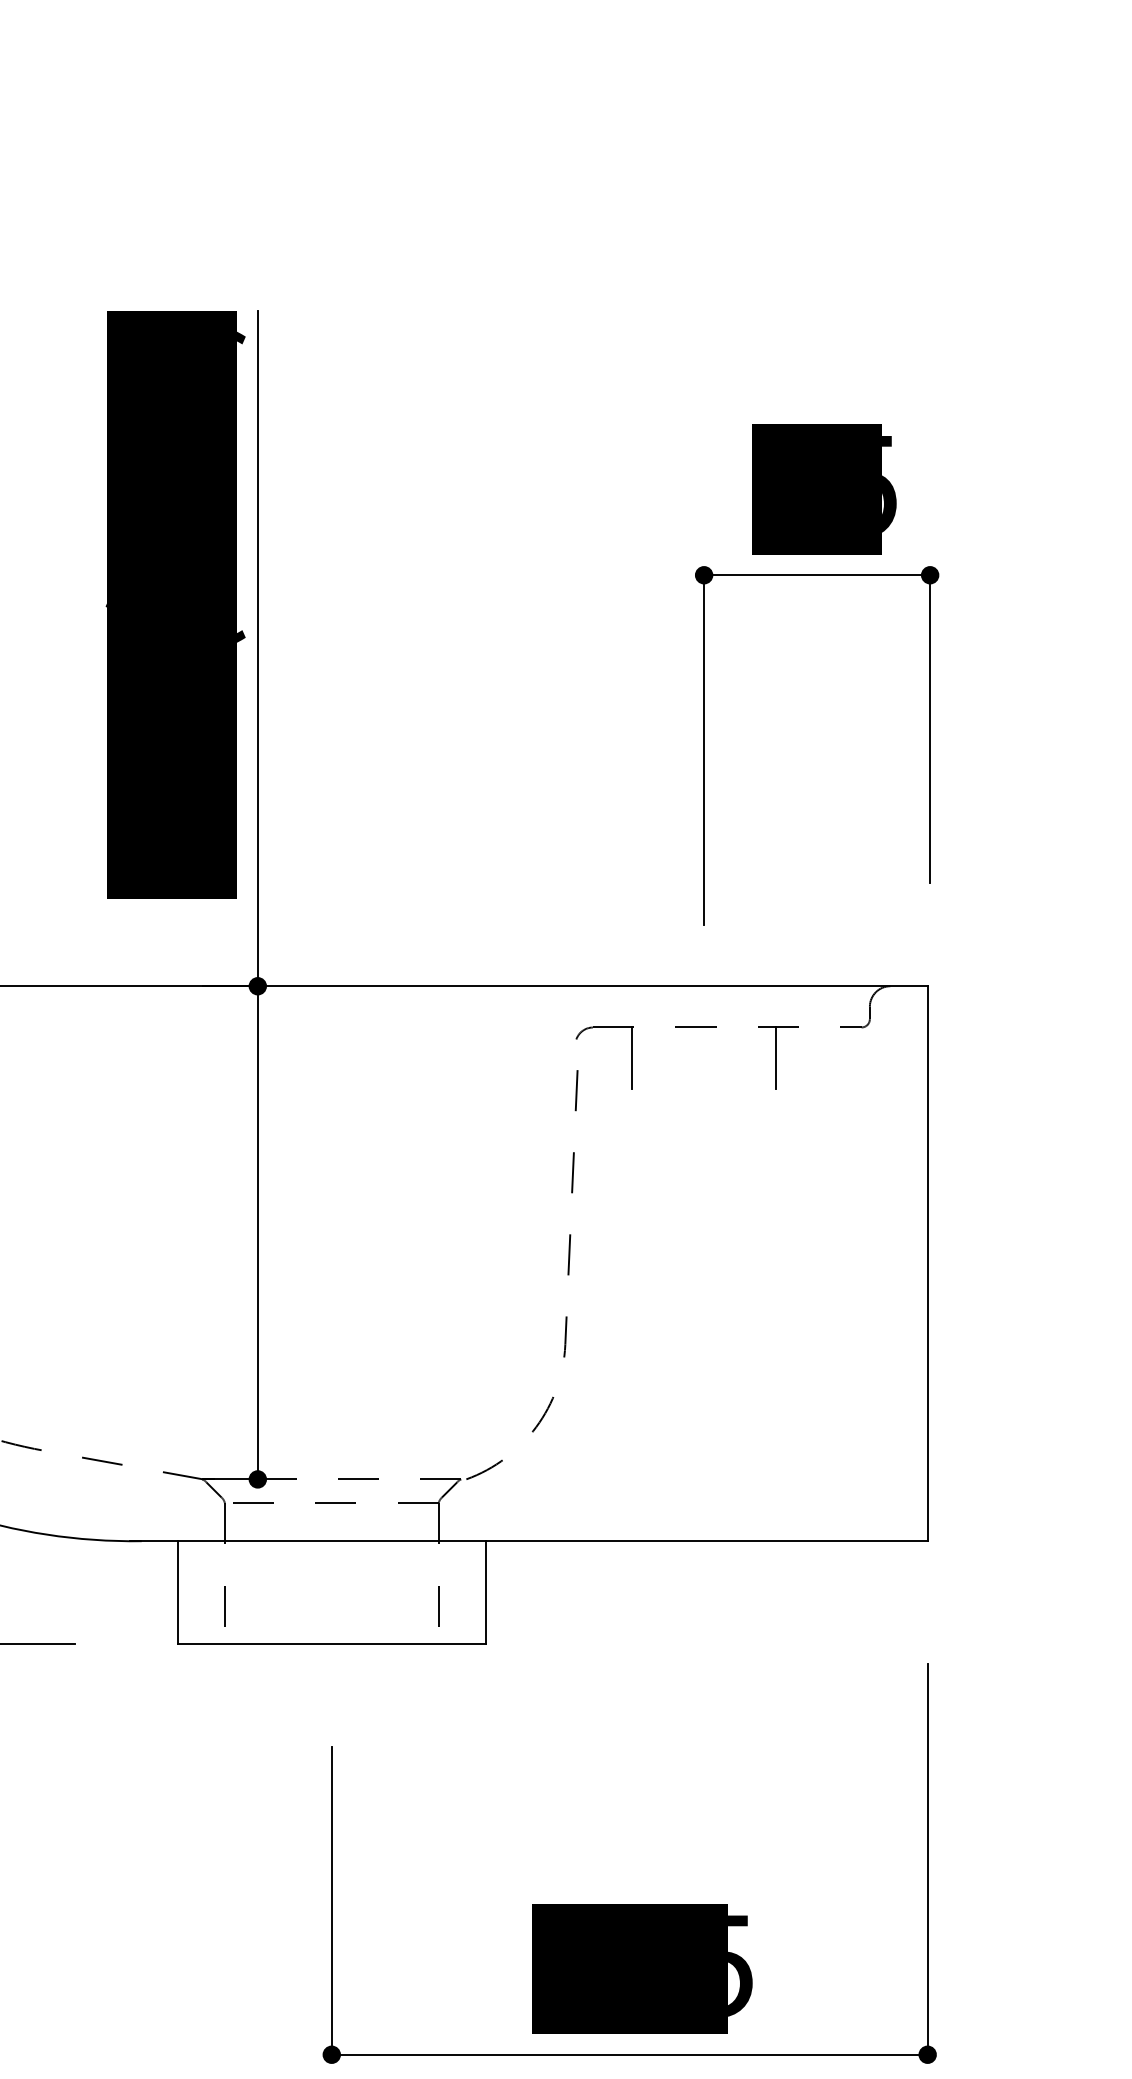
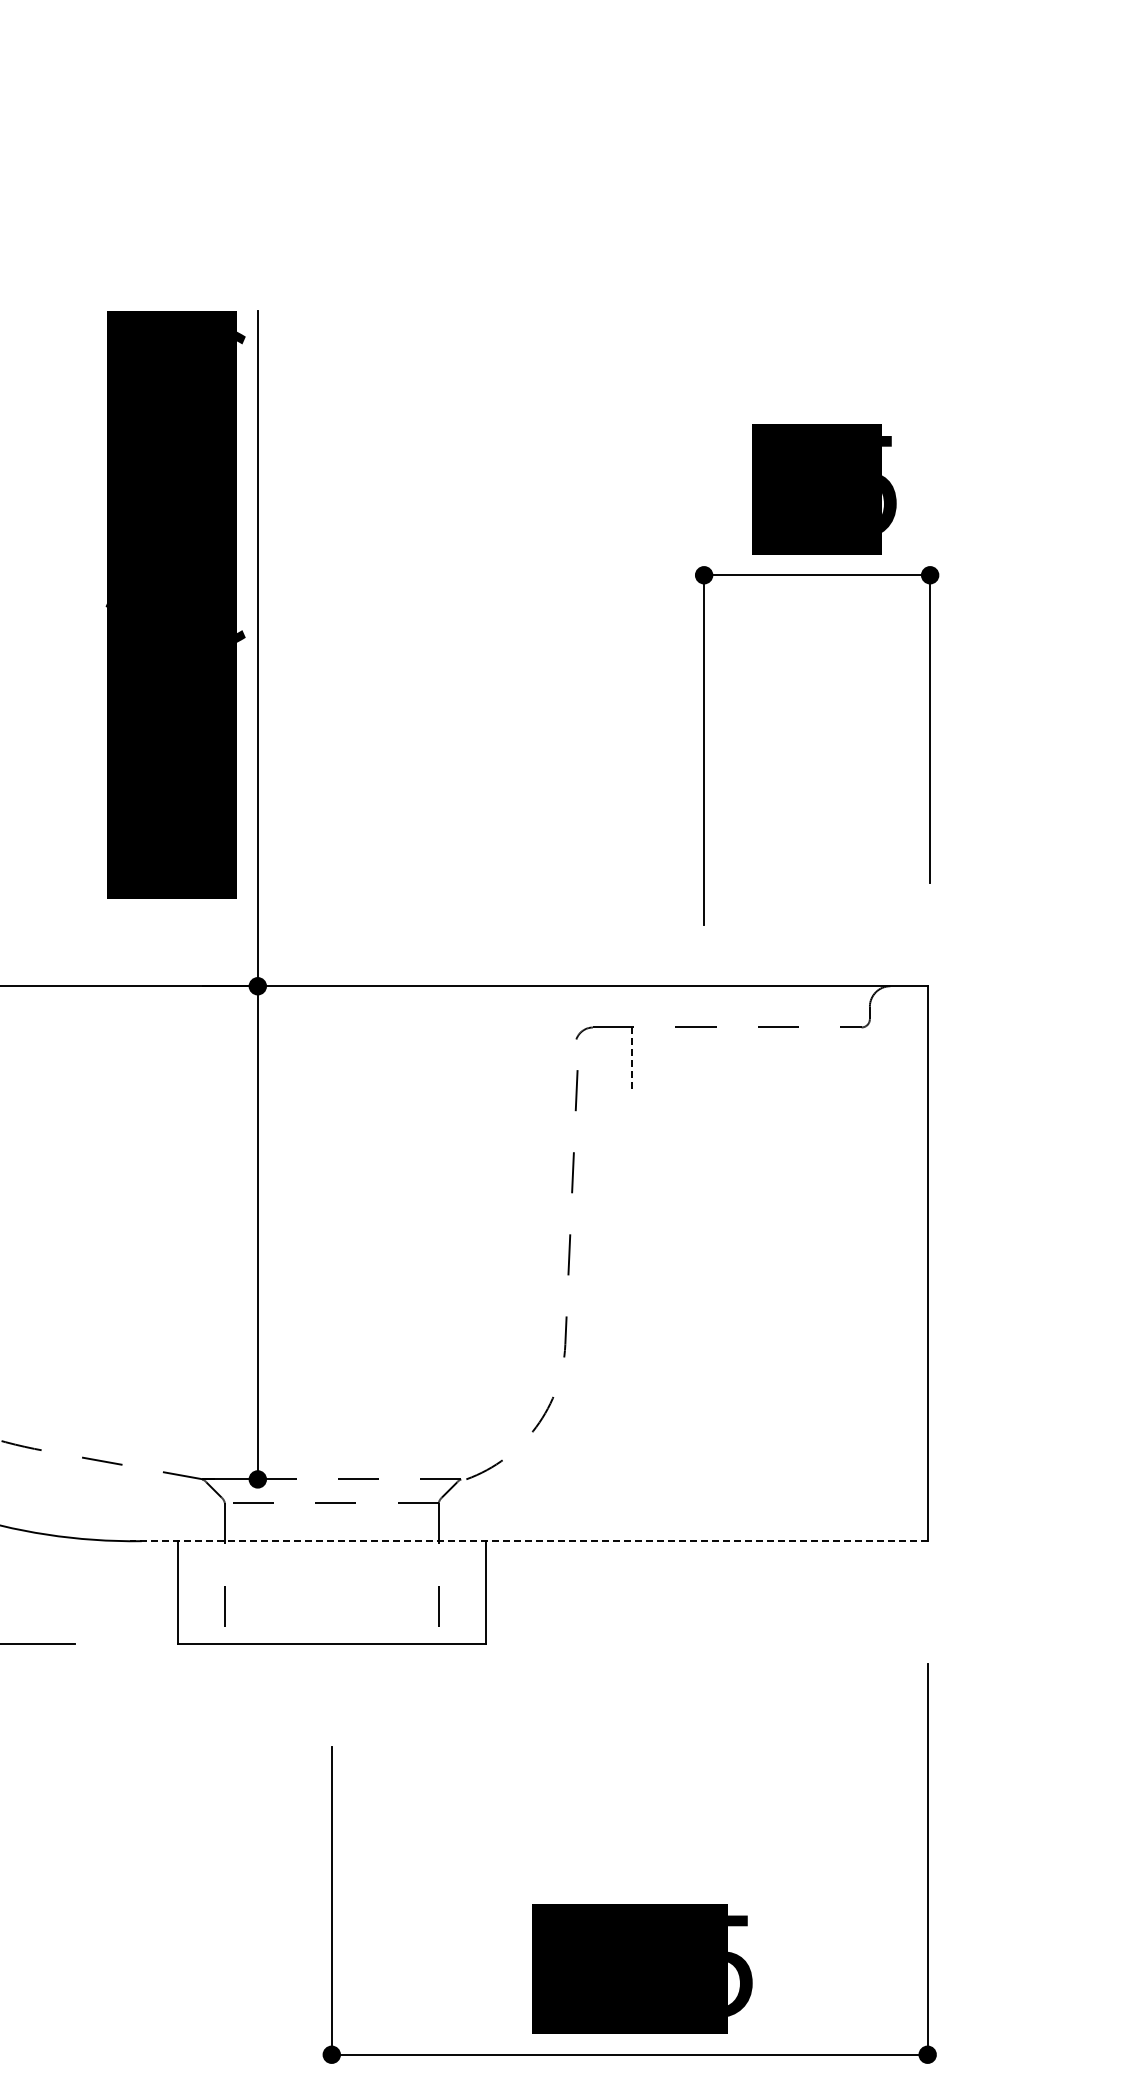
line at (632, 1058): solid -> dashed
line at (776, 1058): present -> none
line at (529, 1540): solid -> dashed
